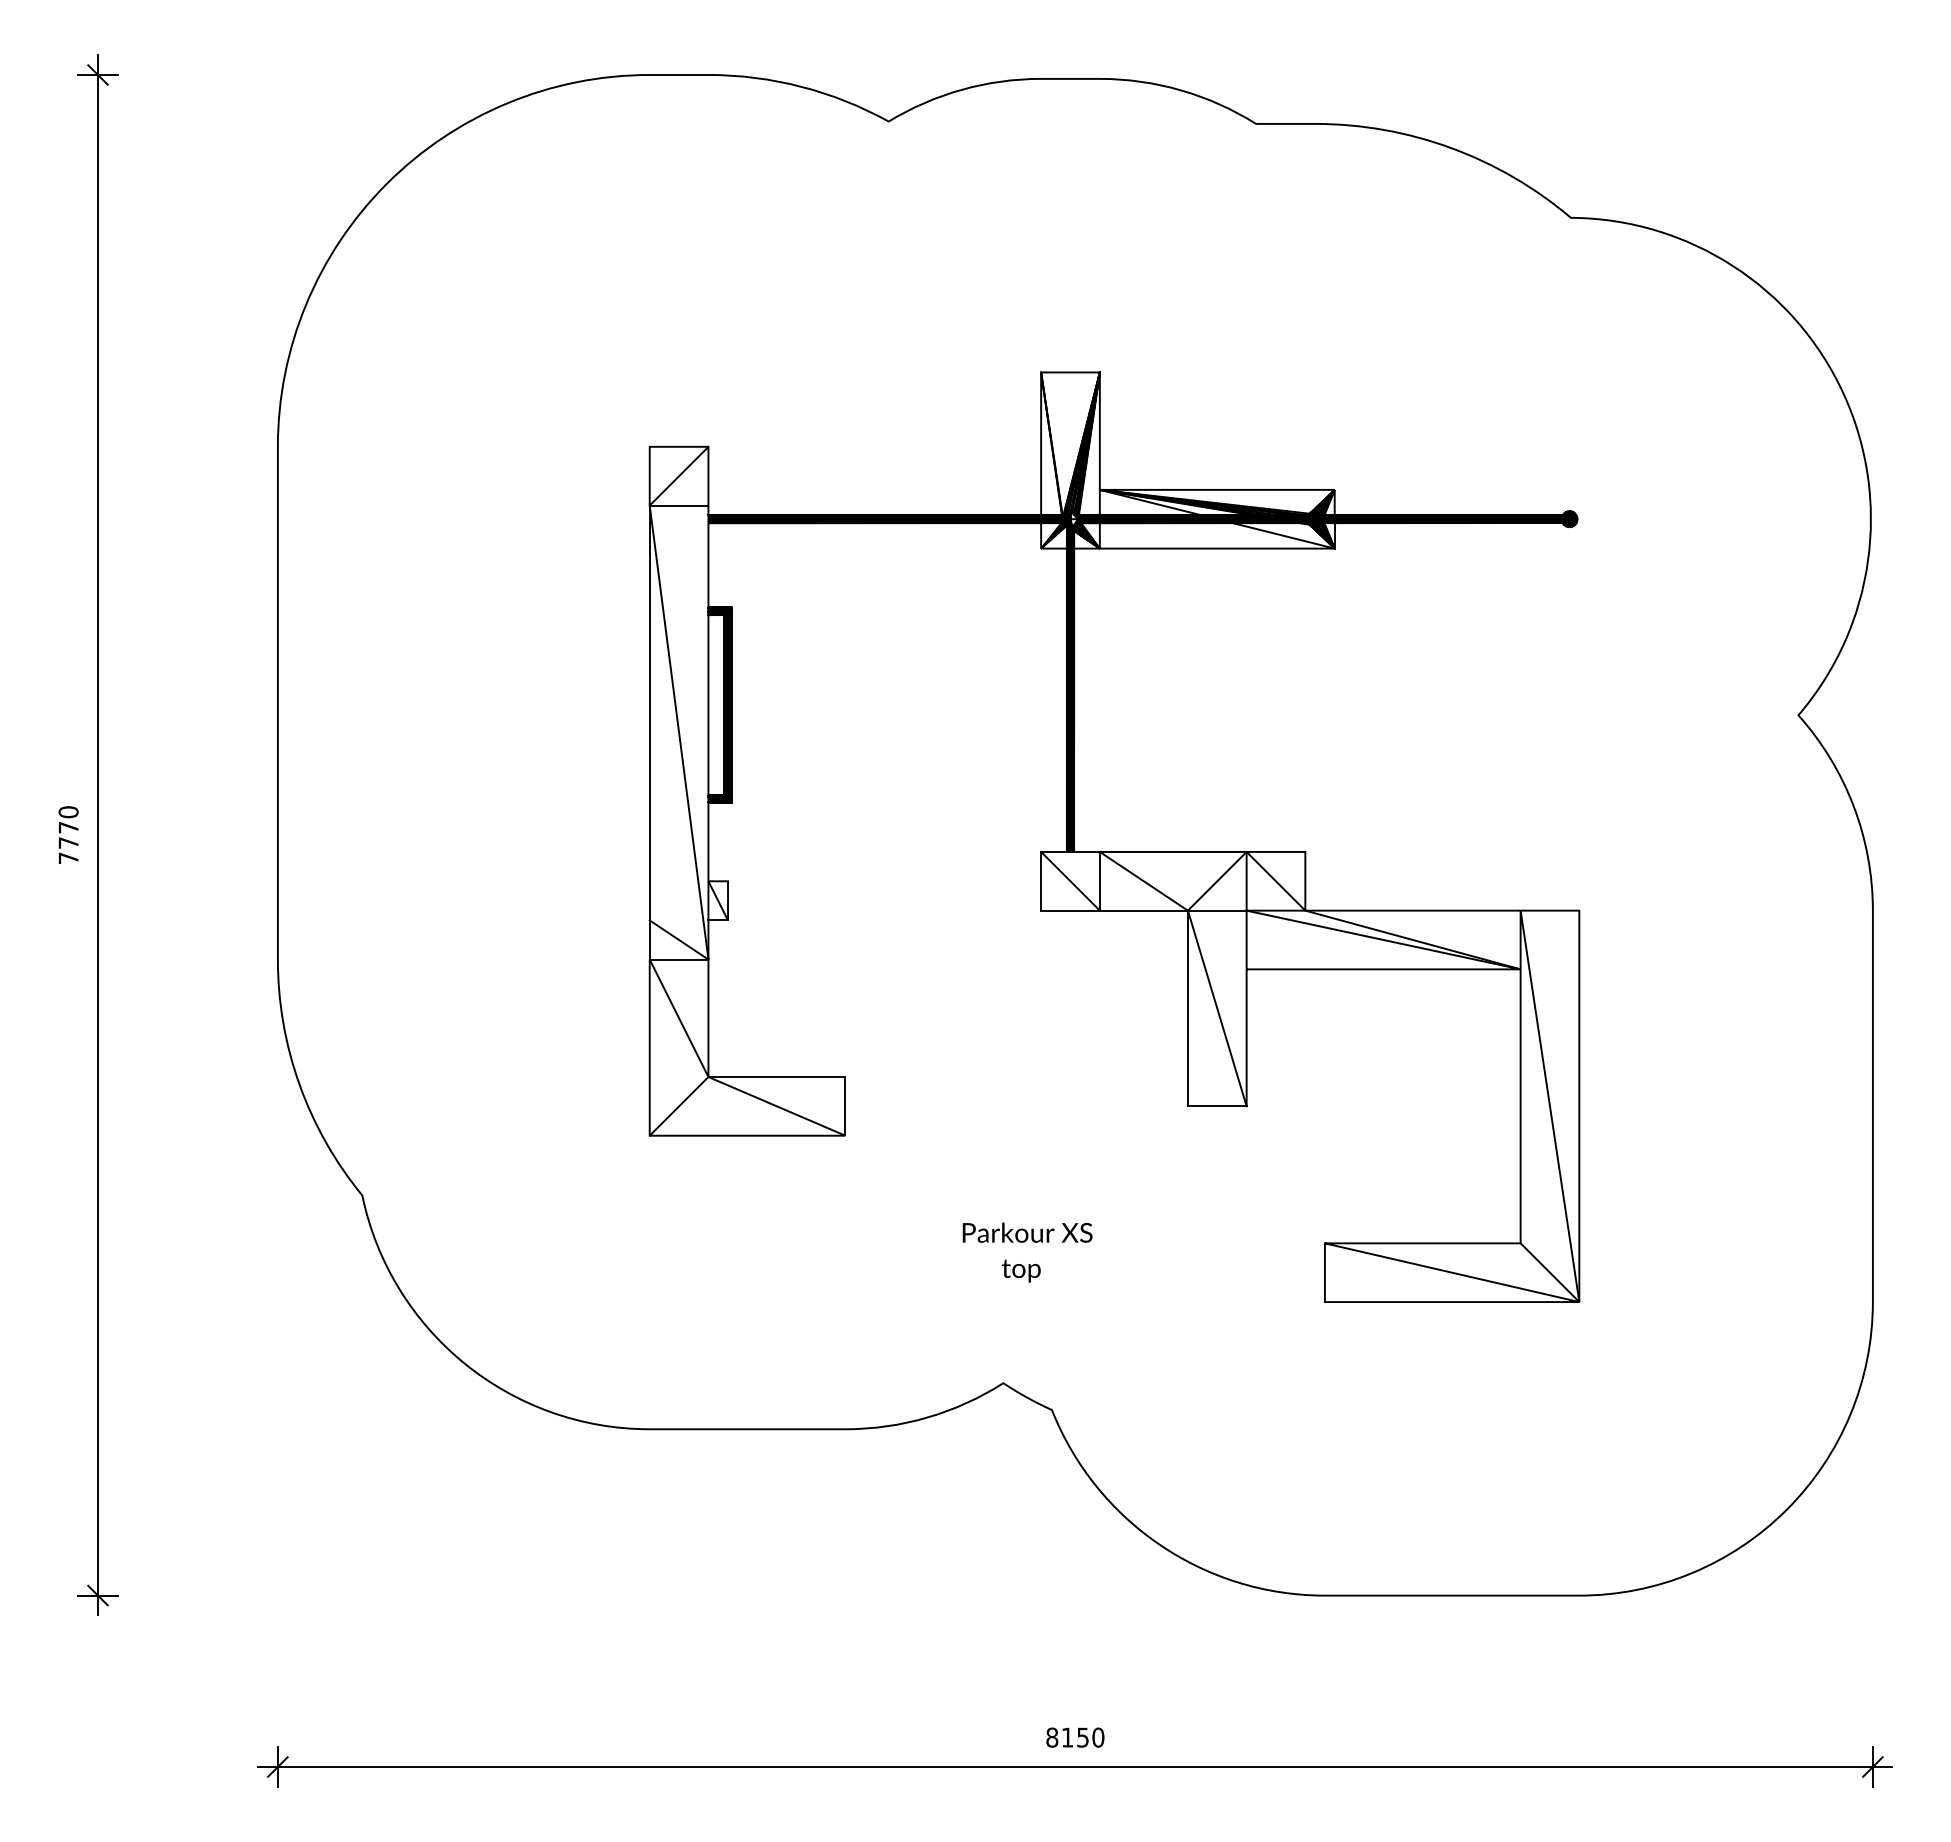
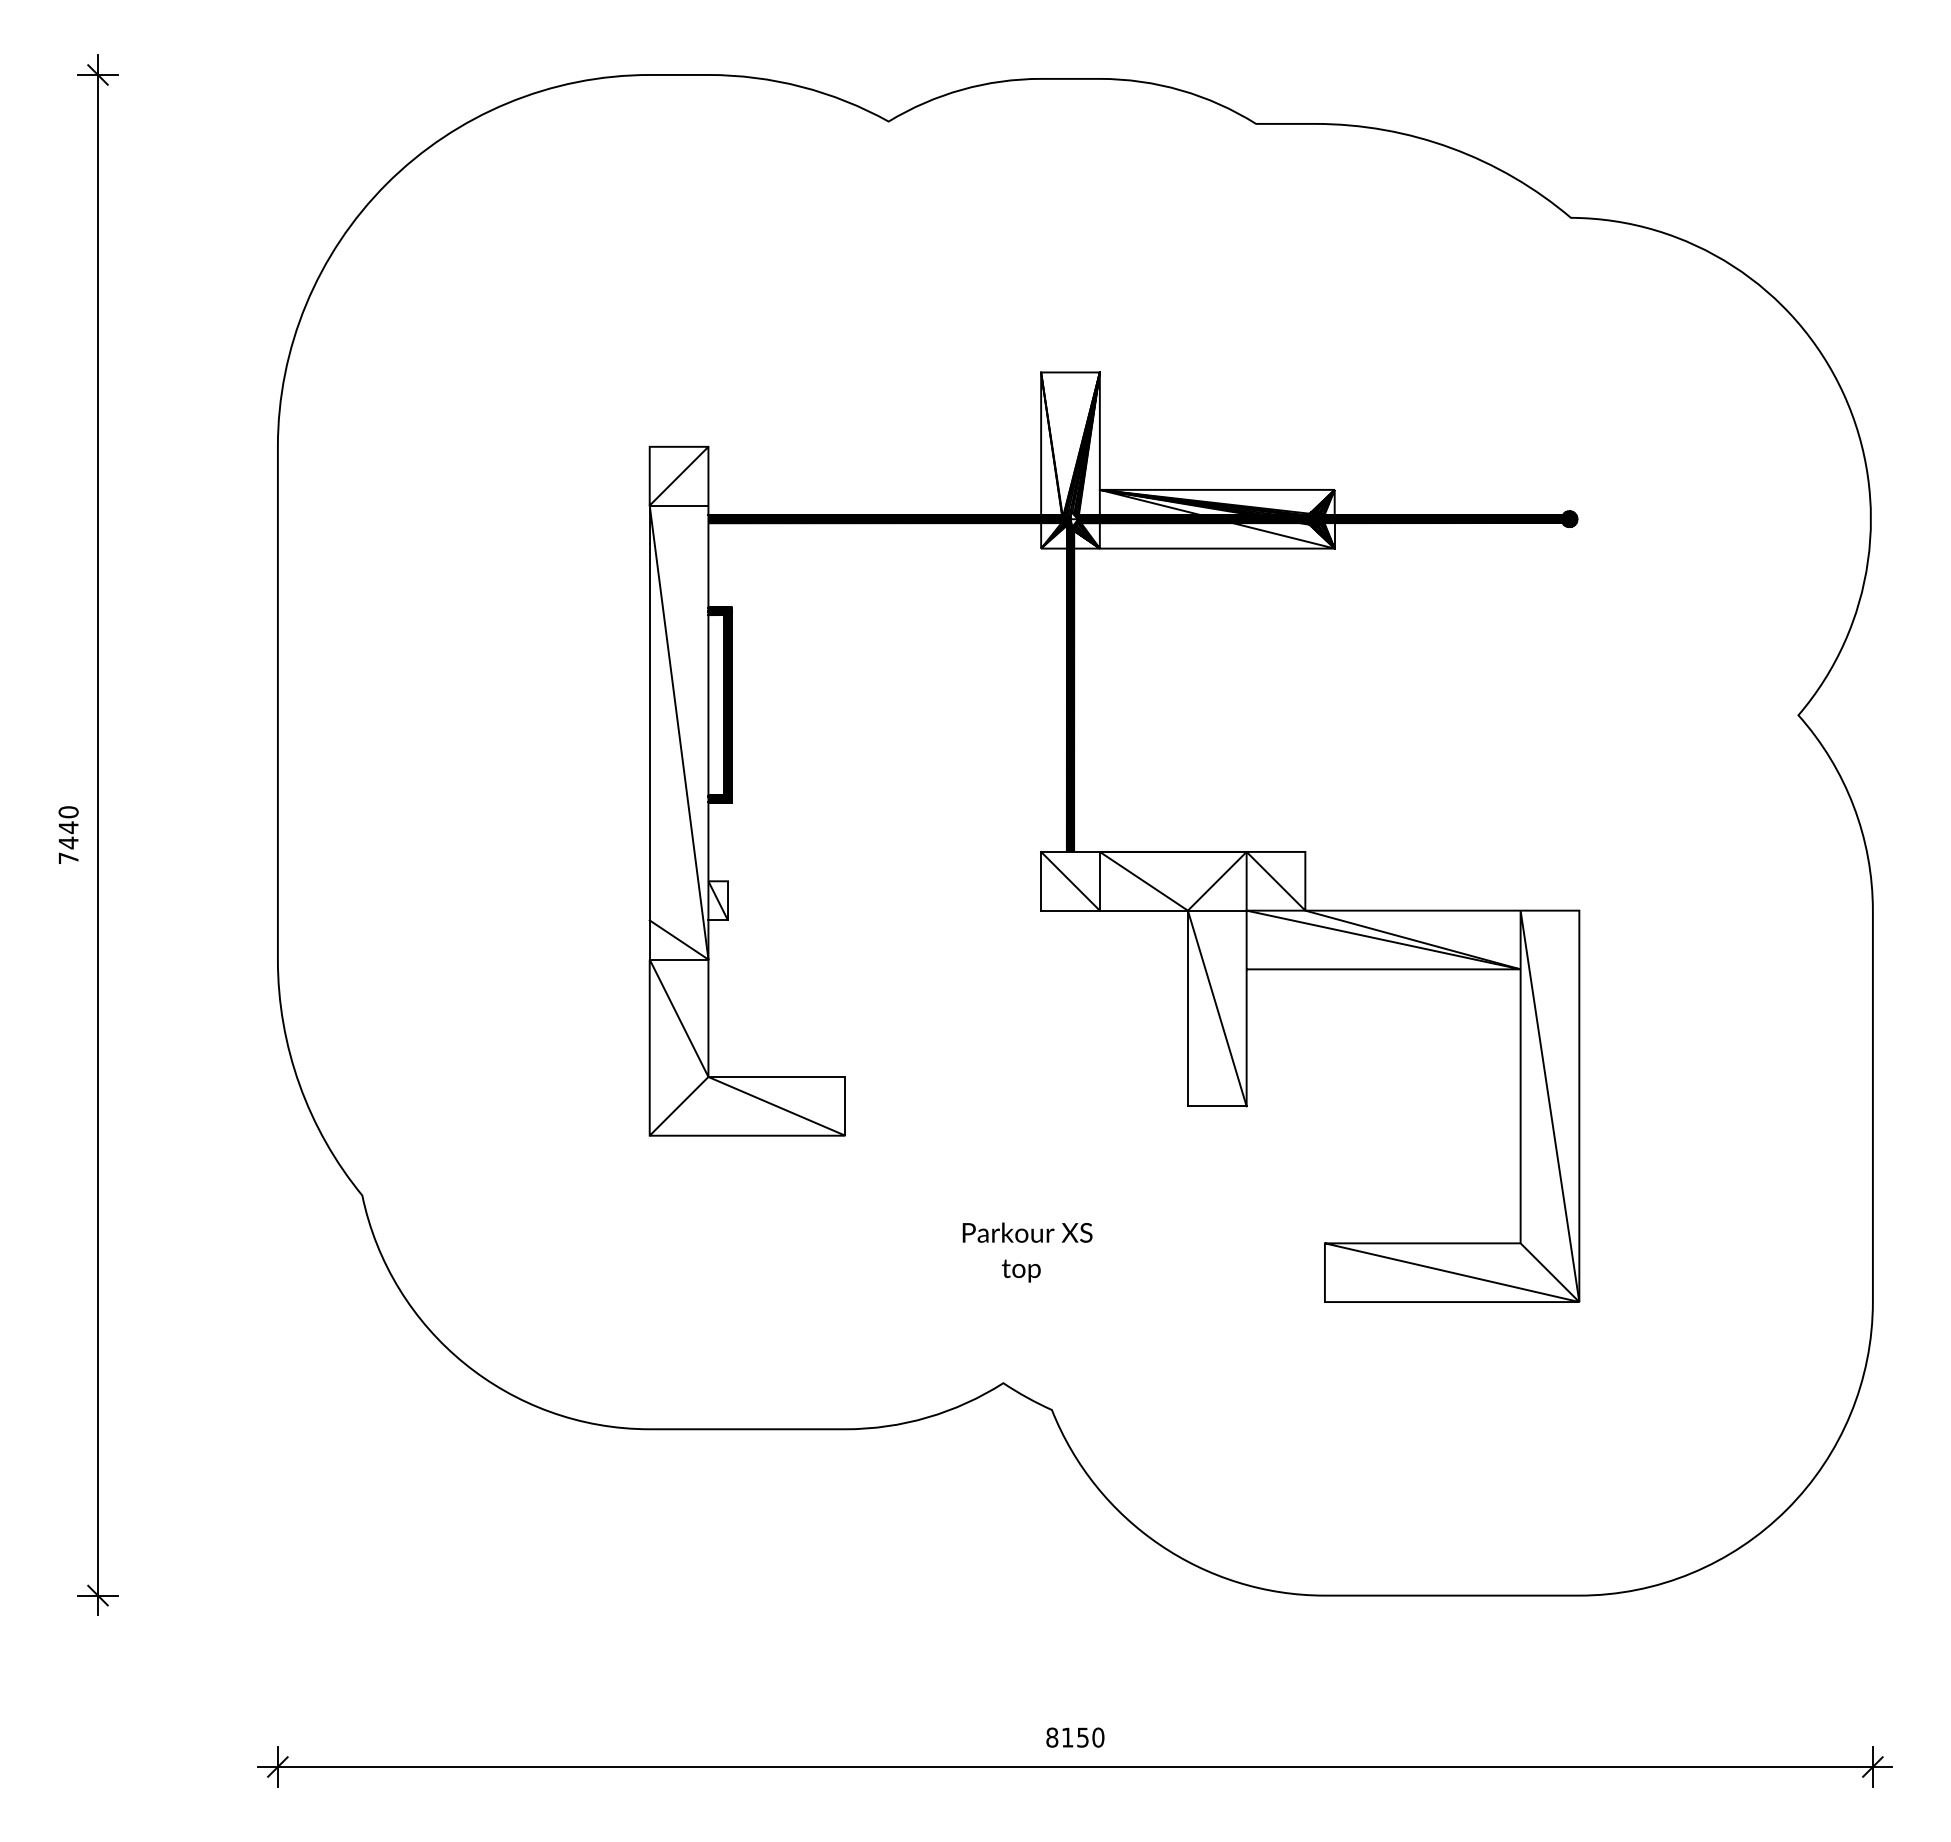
text at (68, 835): 7770 -> 7440
